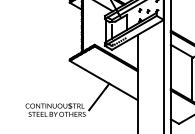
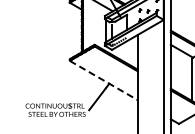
line at (104, 80): solid -> dashed
